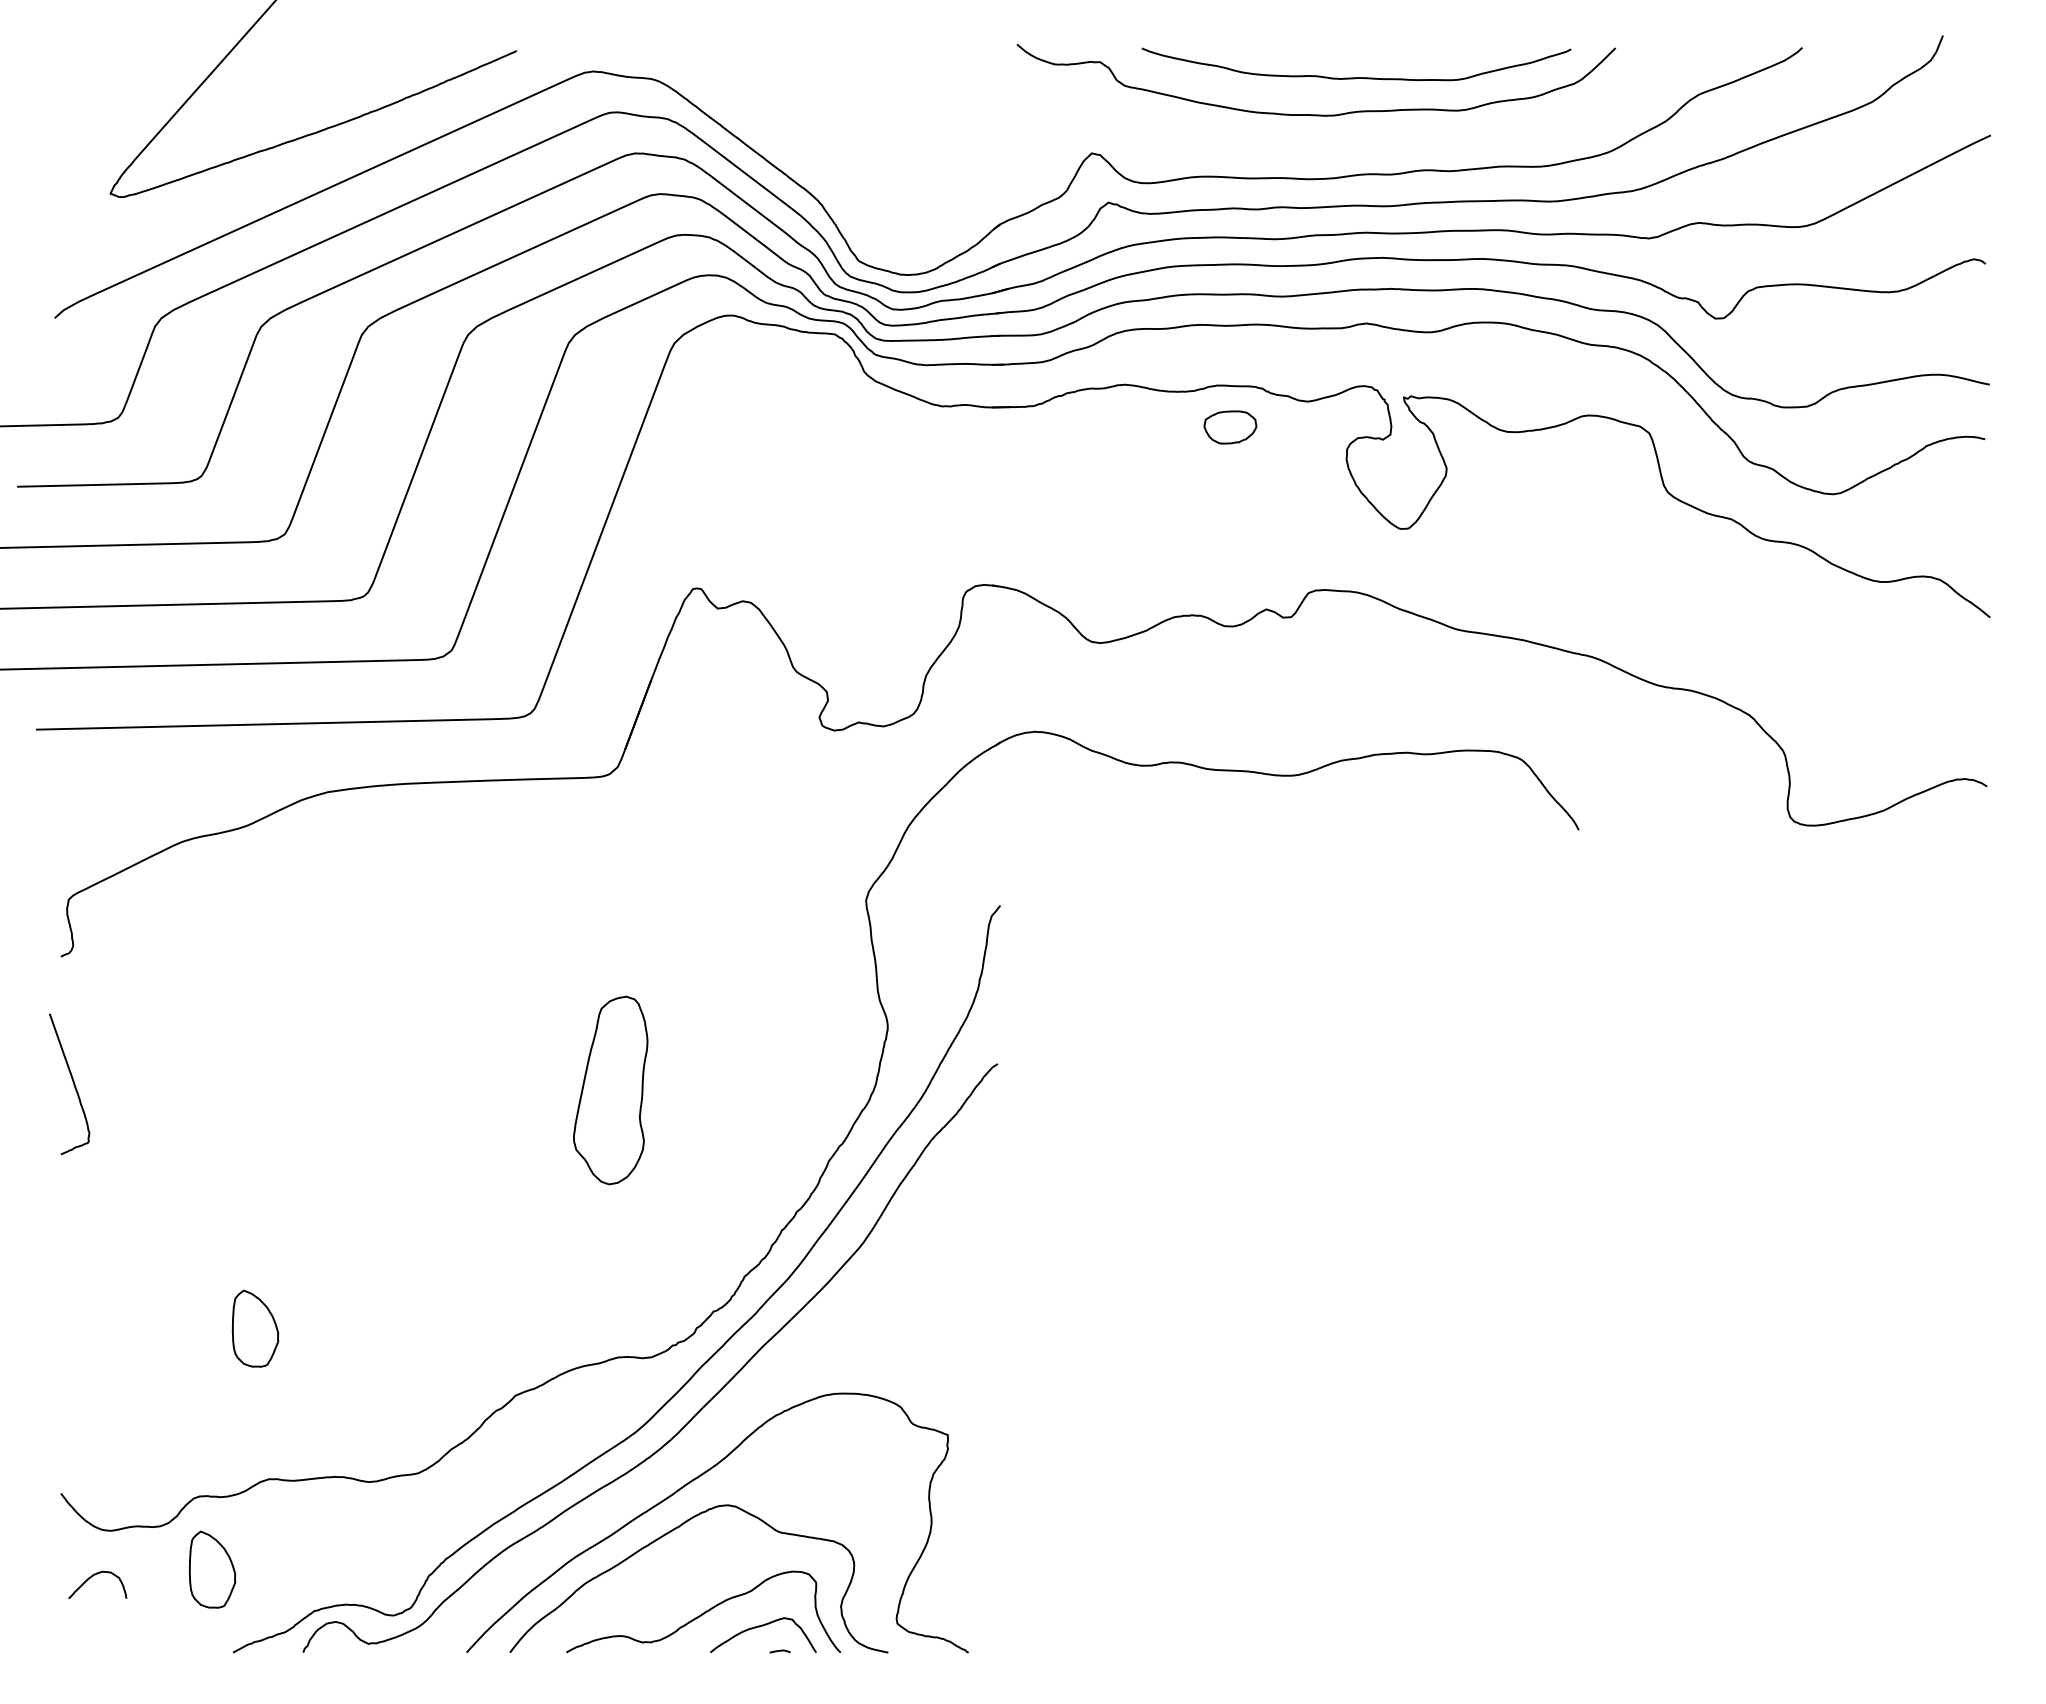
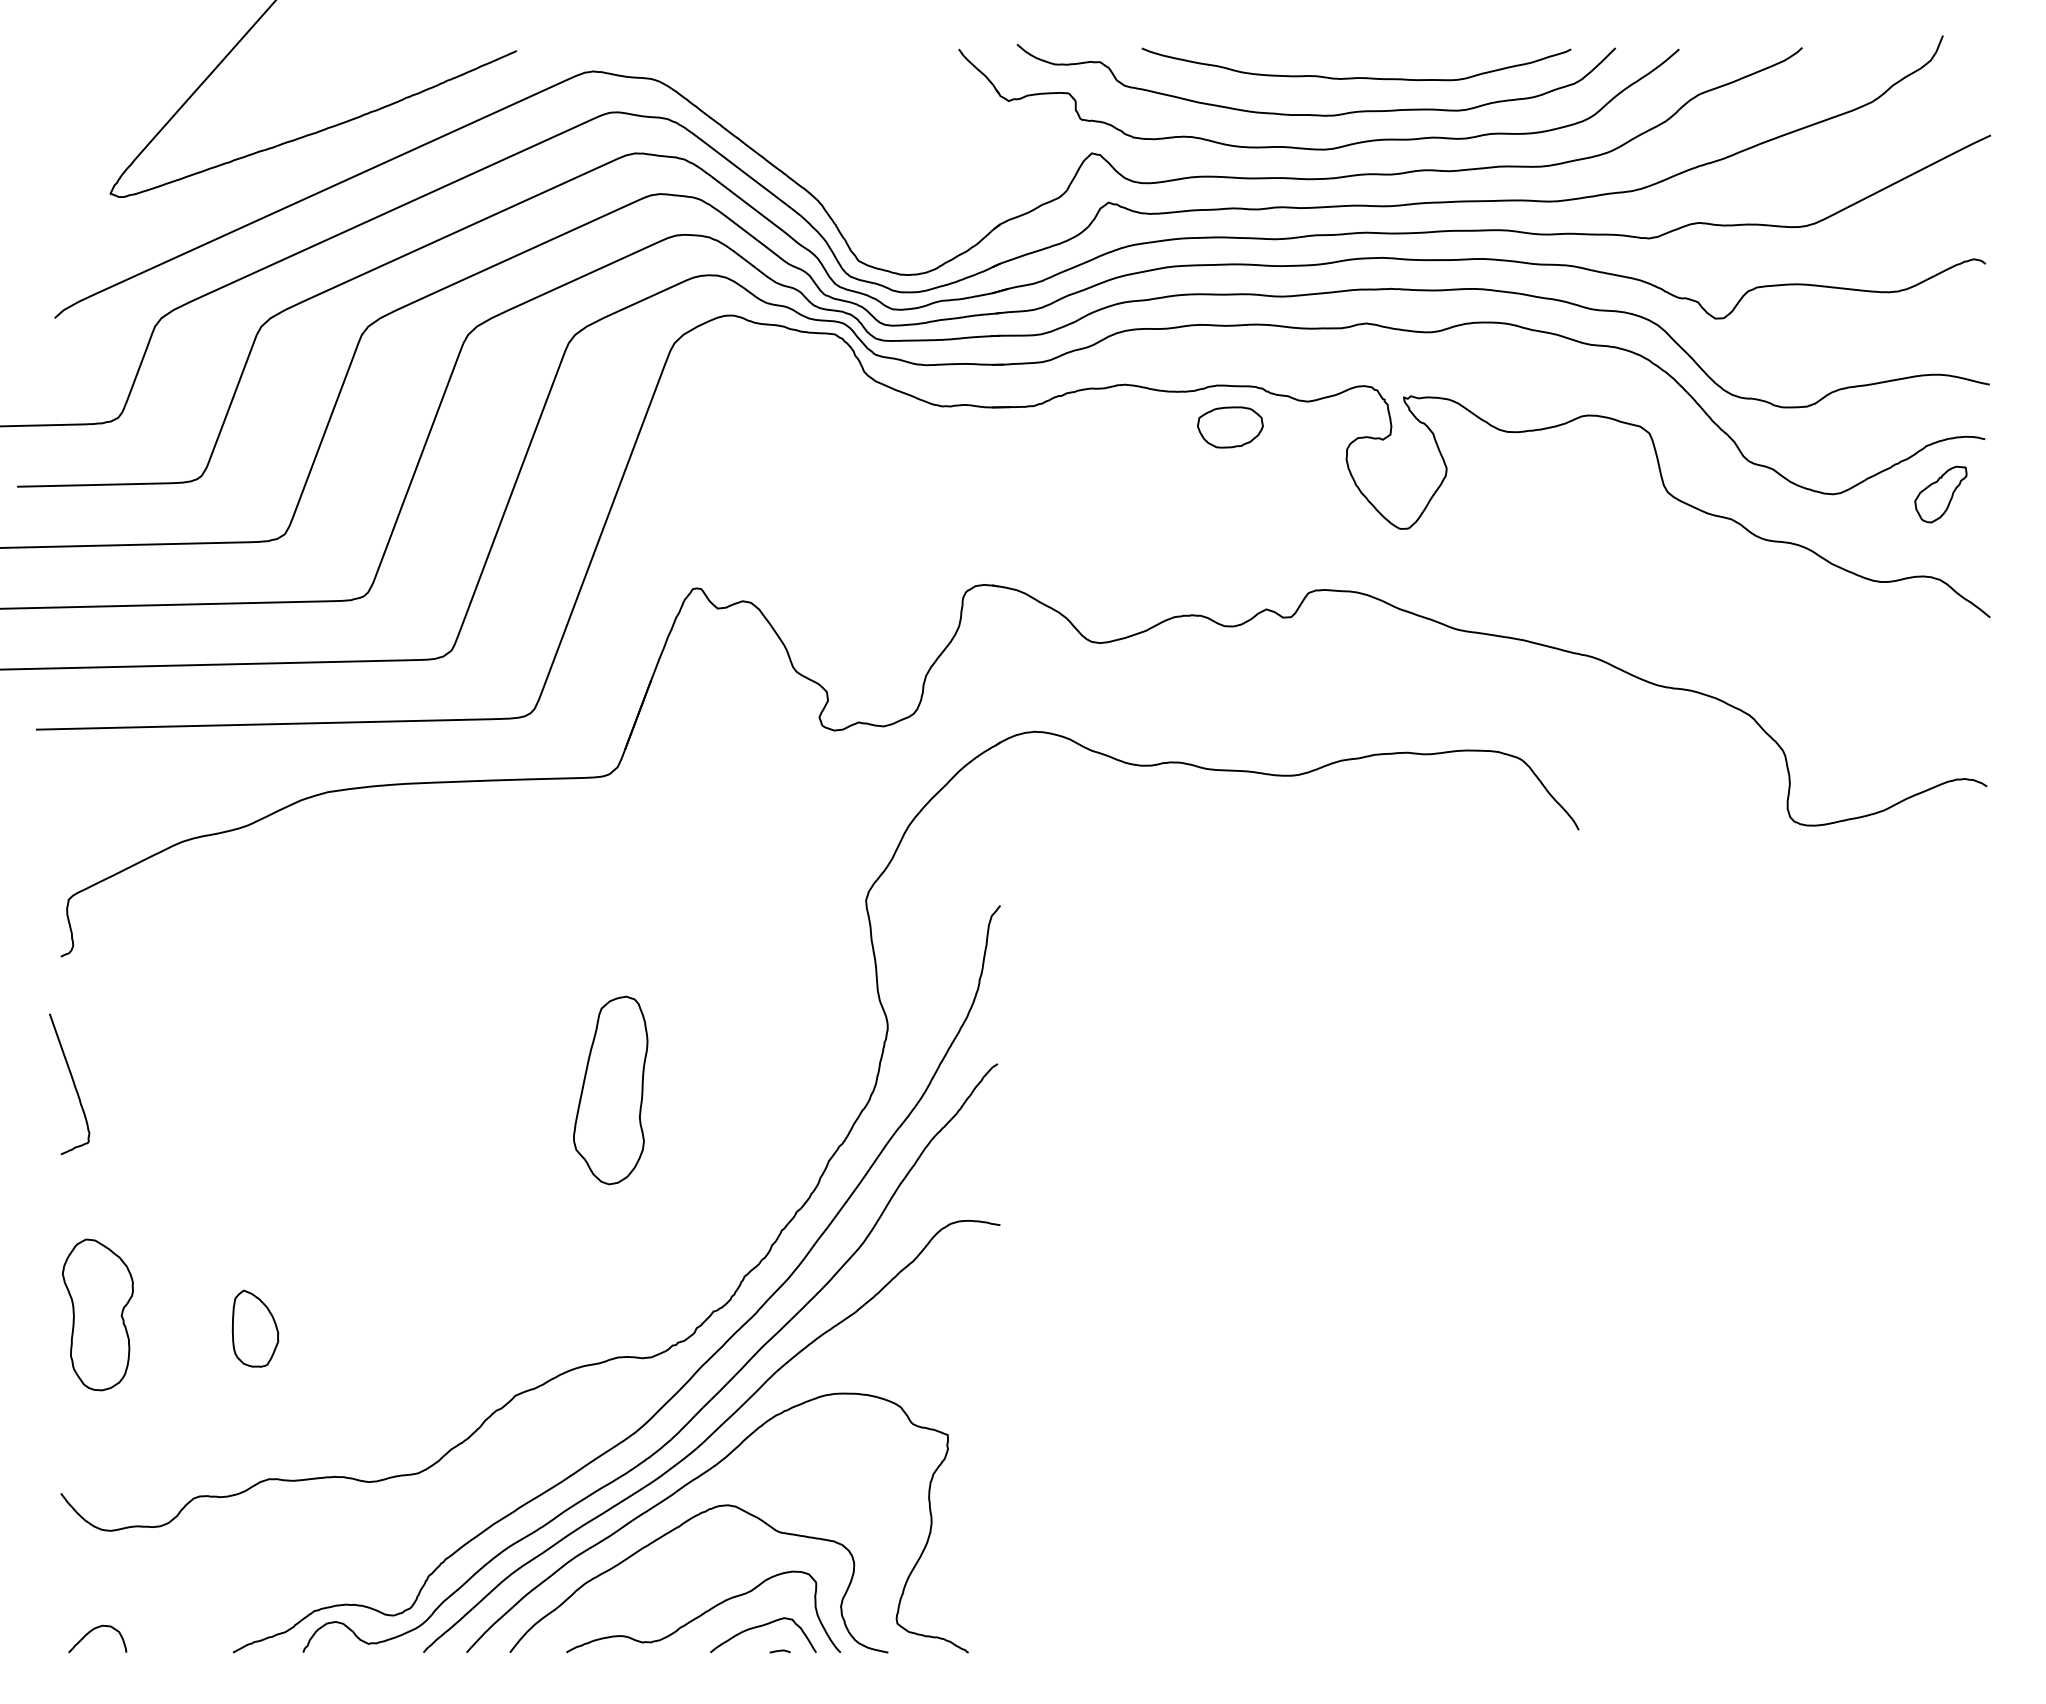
part at (1318, 148): none -> present
part at (1230, 427) size: 55x35 px -> 67x43 px
part at (1940, 494): none -> present
part at (97, 1314): none -> present
curve at (711, 1436): none -> present
part at (212, 1569): present -> none
curve at (92, 1577) position: (92, 1577) -> (92, 1631)
